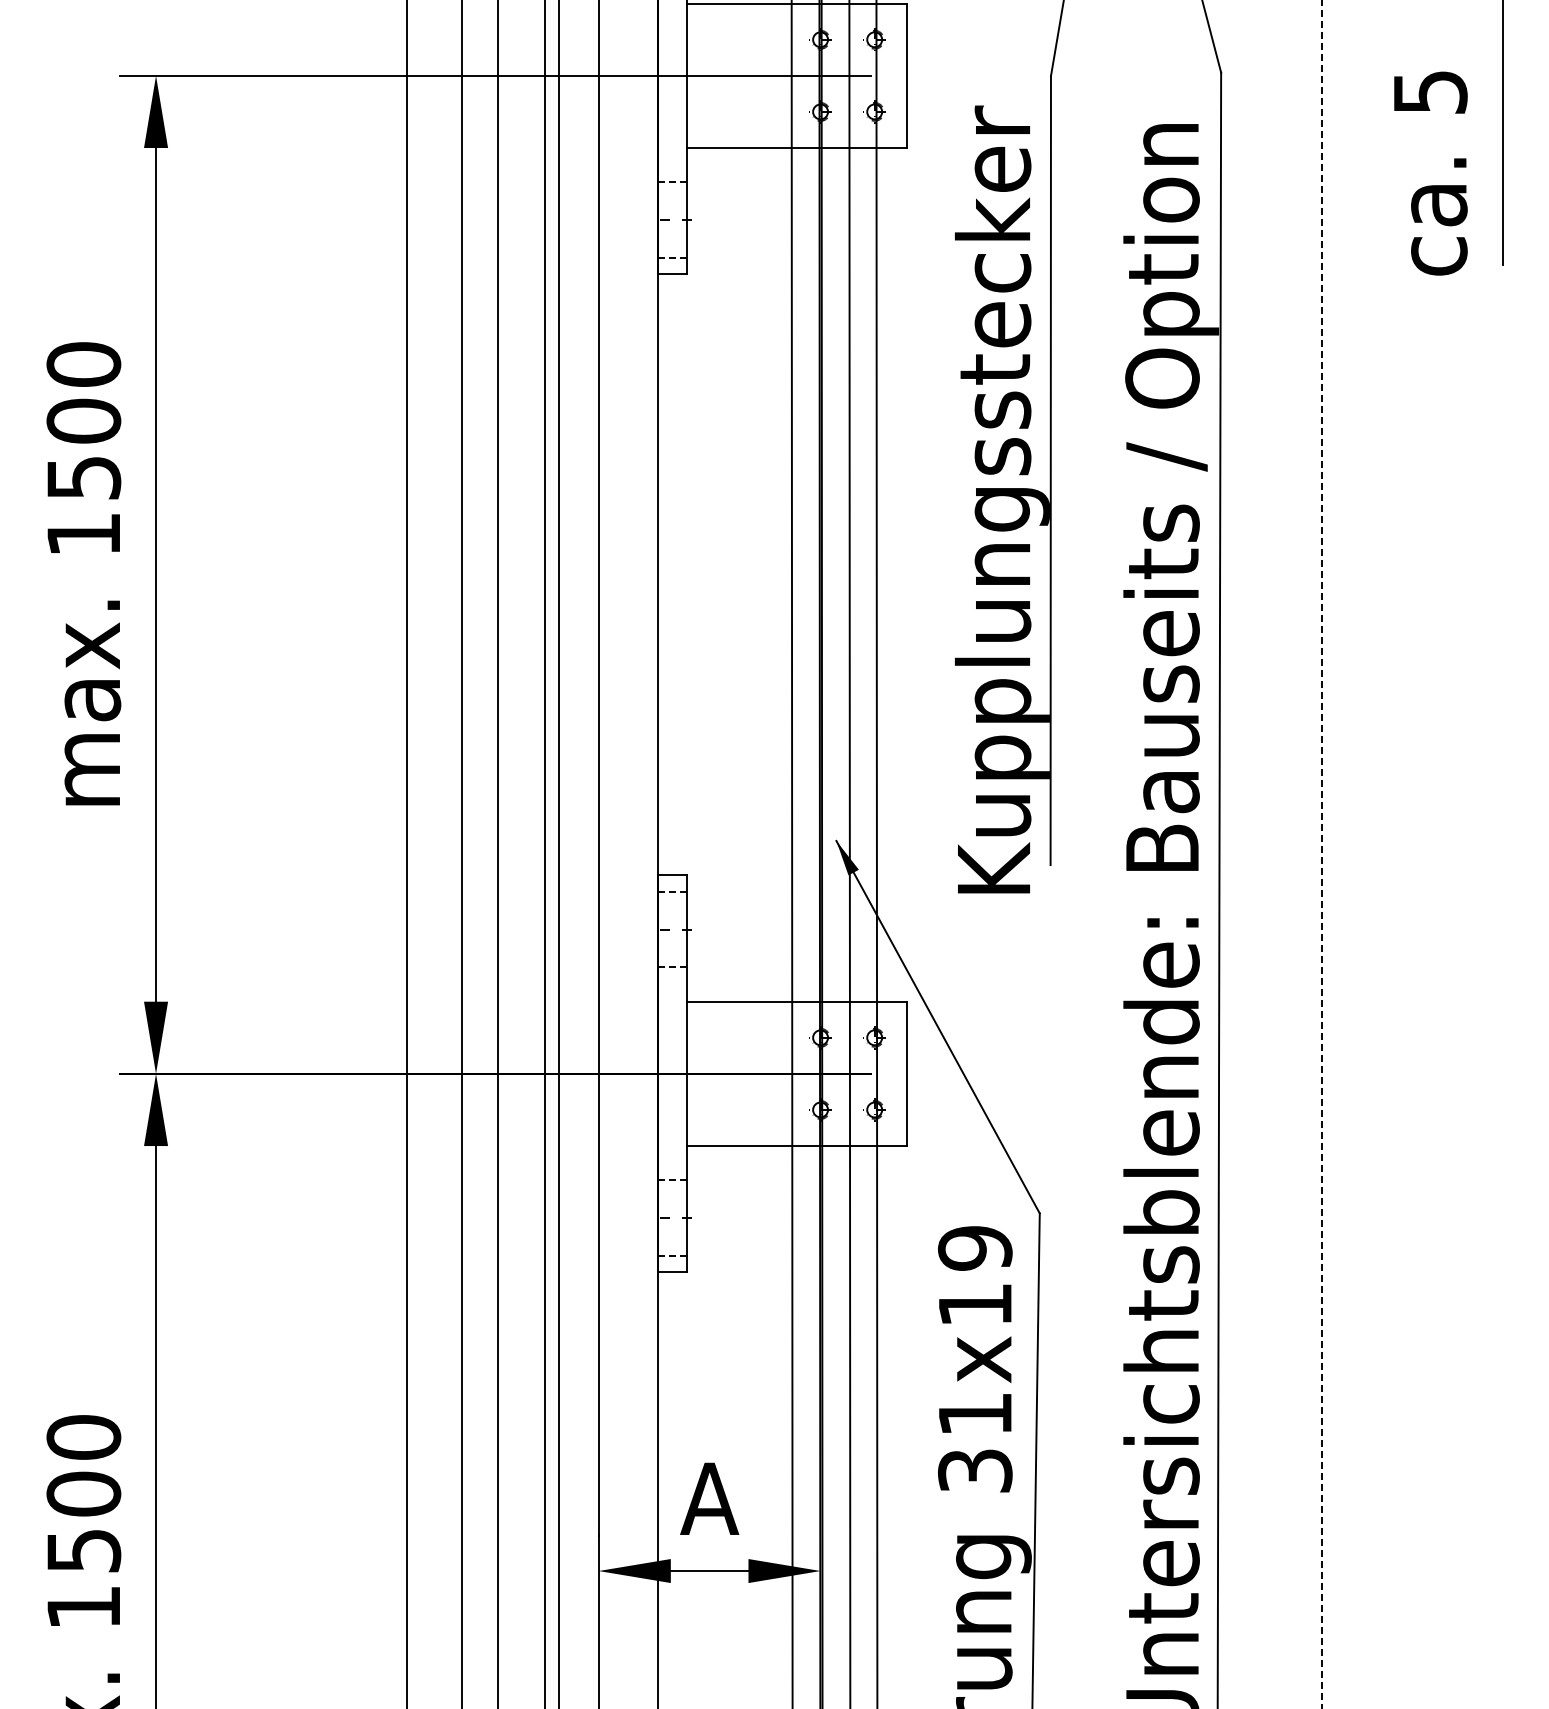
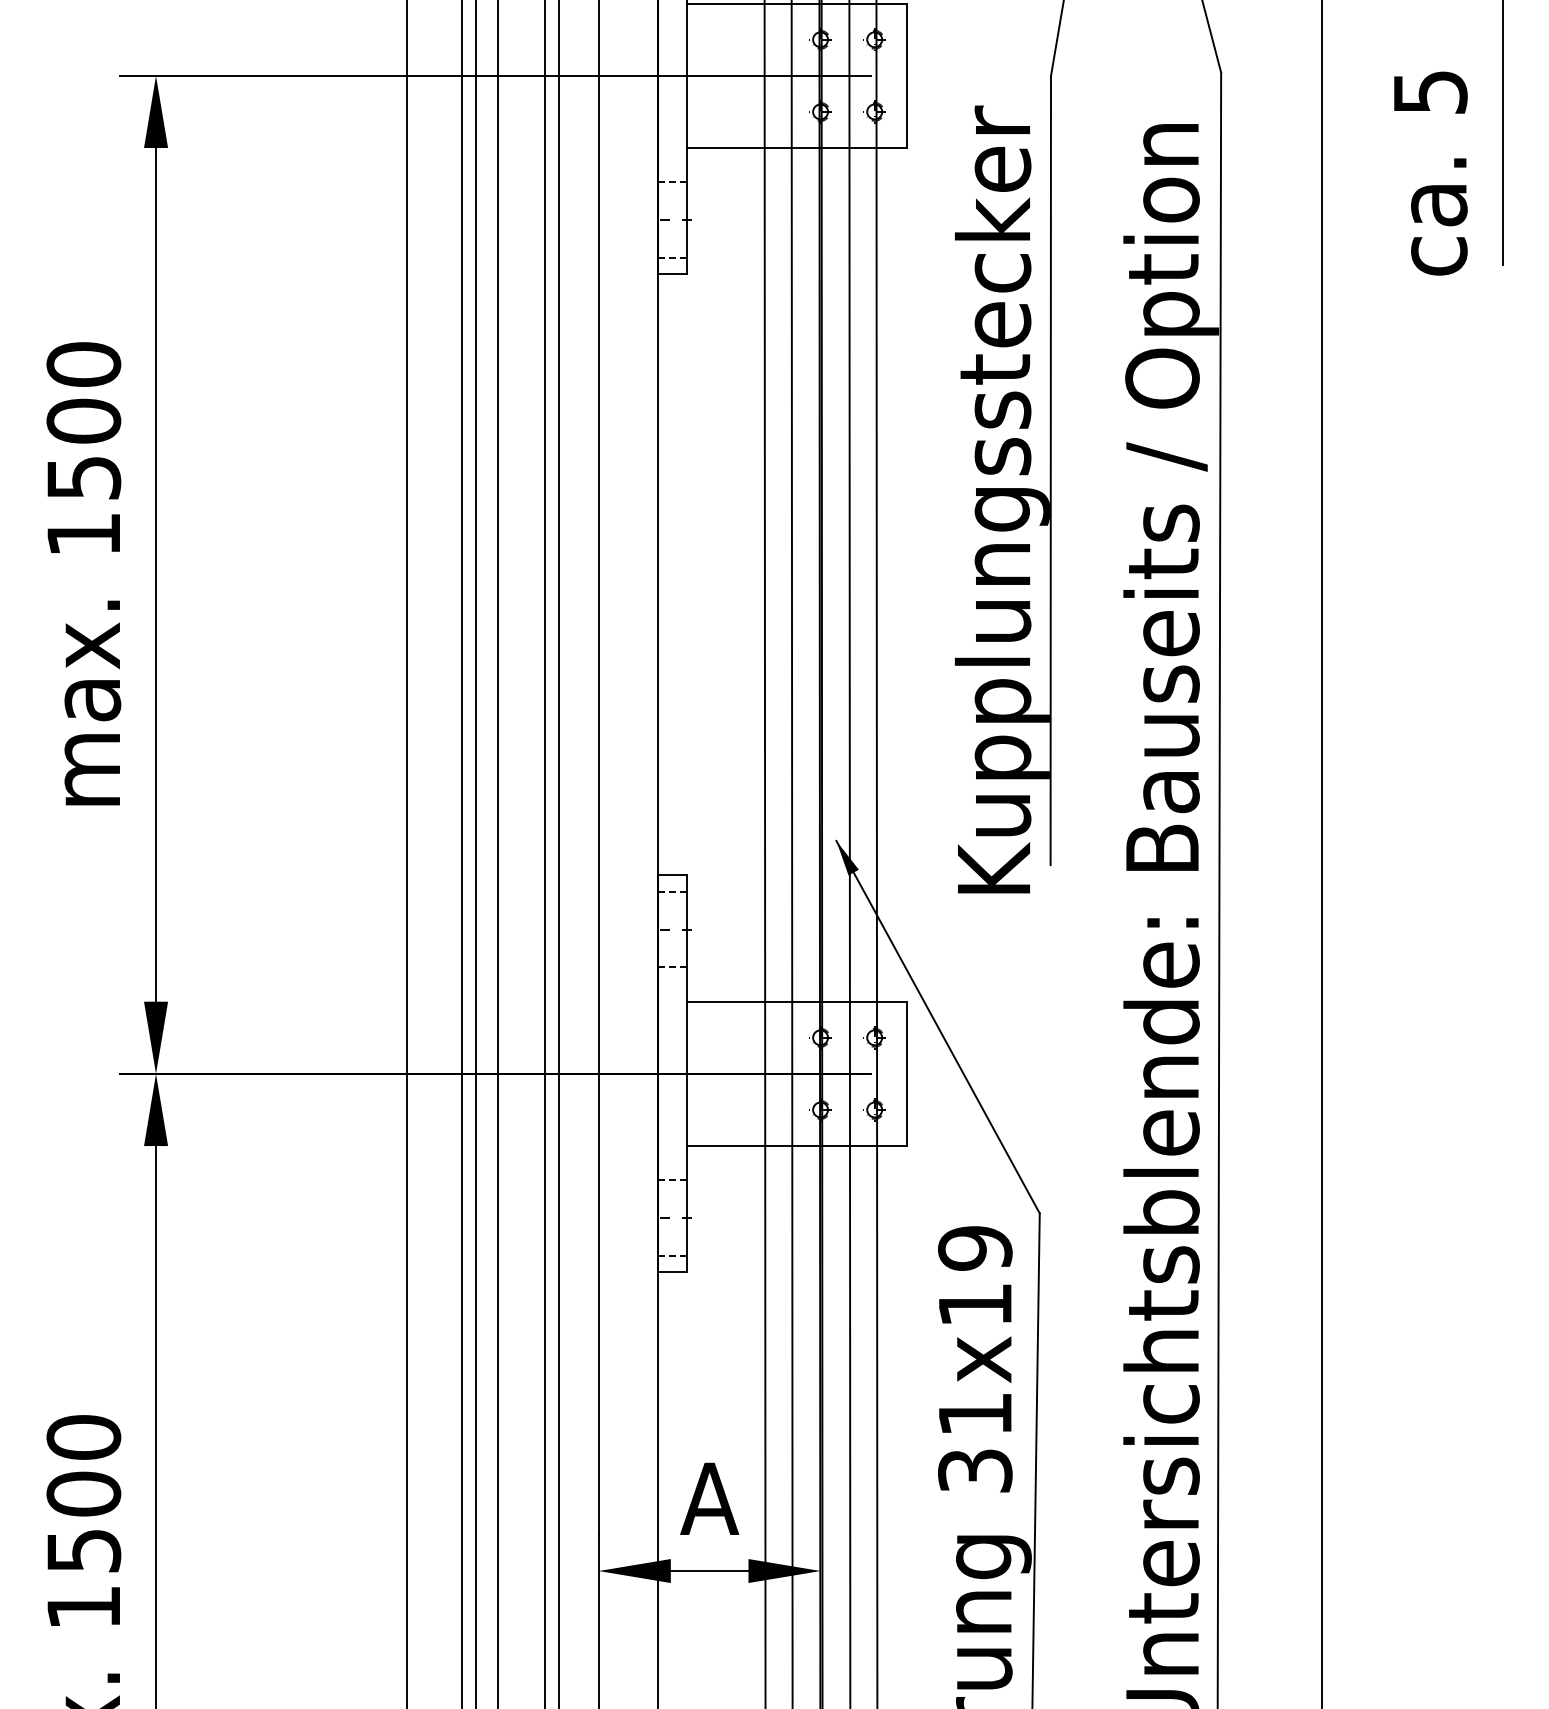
line at (476, 853): none -> present
line at (764, 853): none -> present
line at (1322, 854): dashed -> solid
